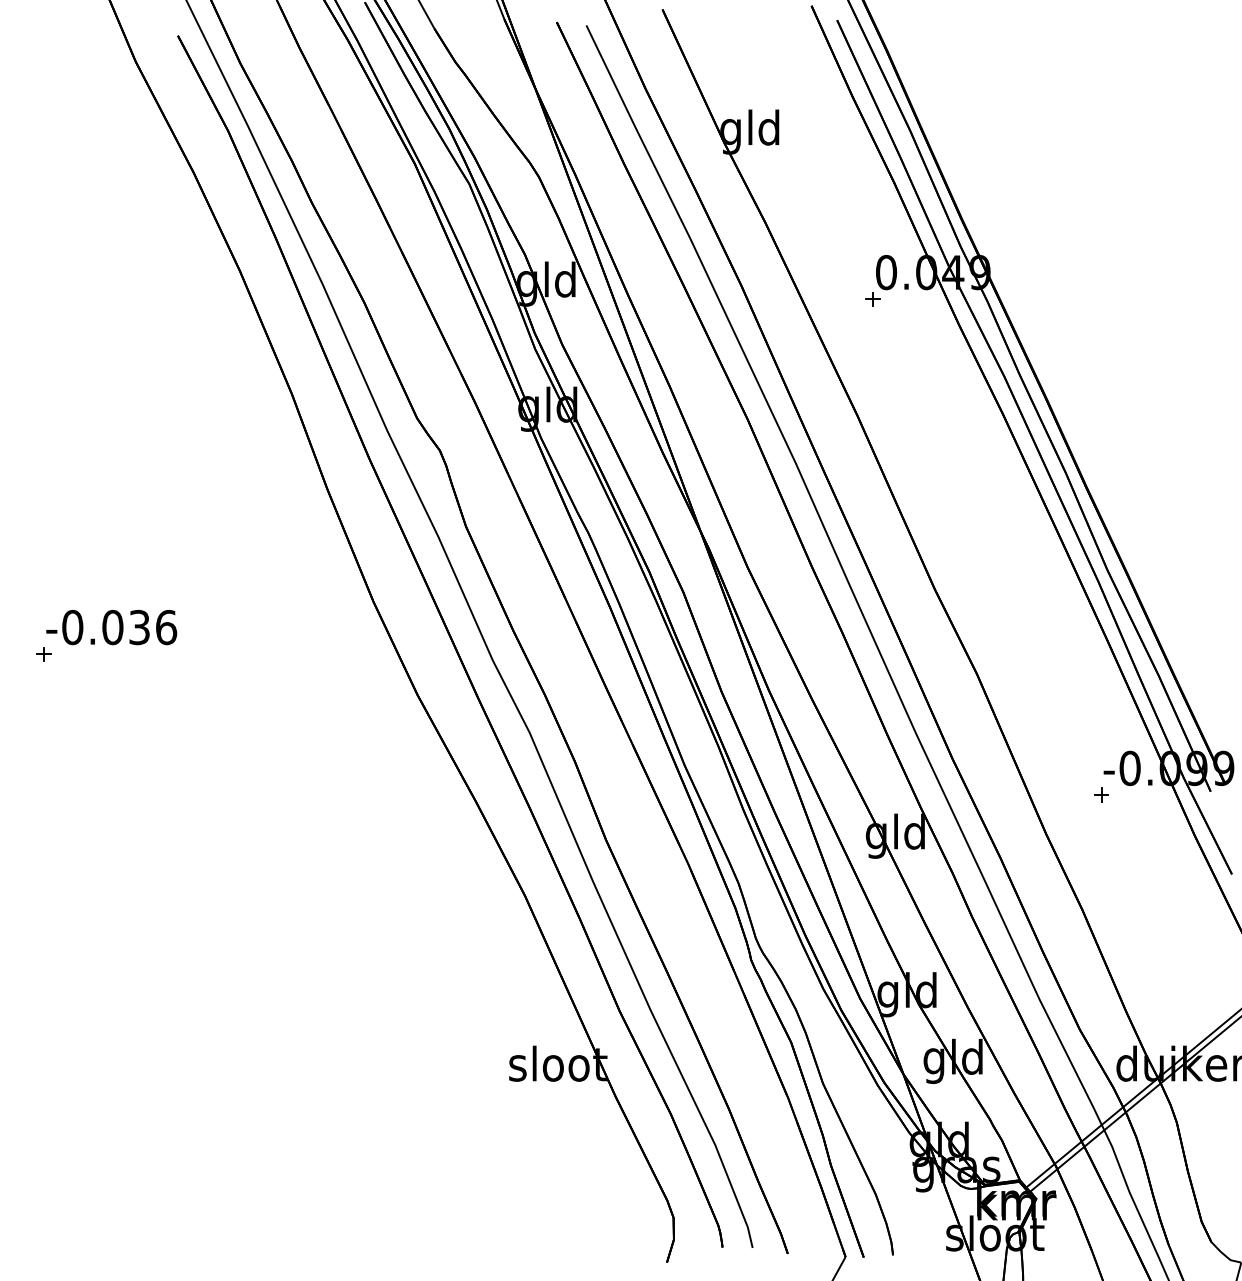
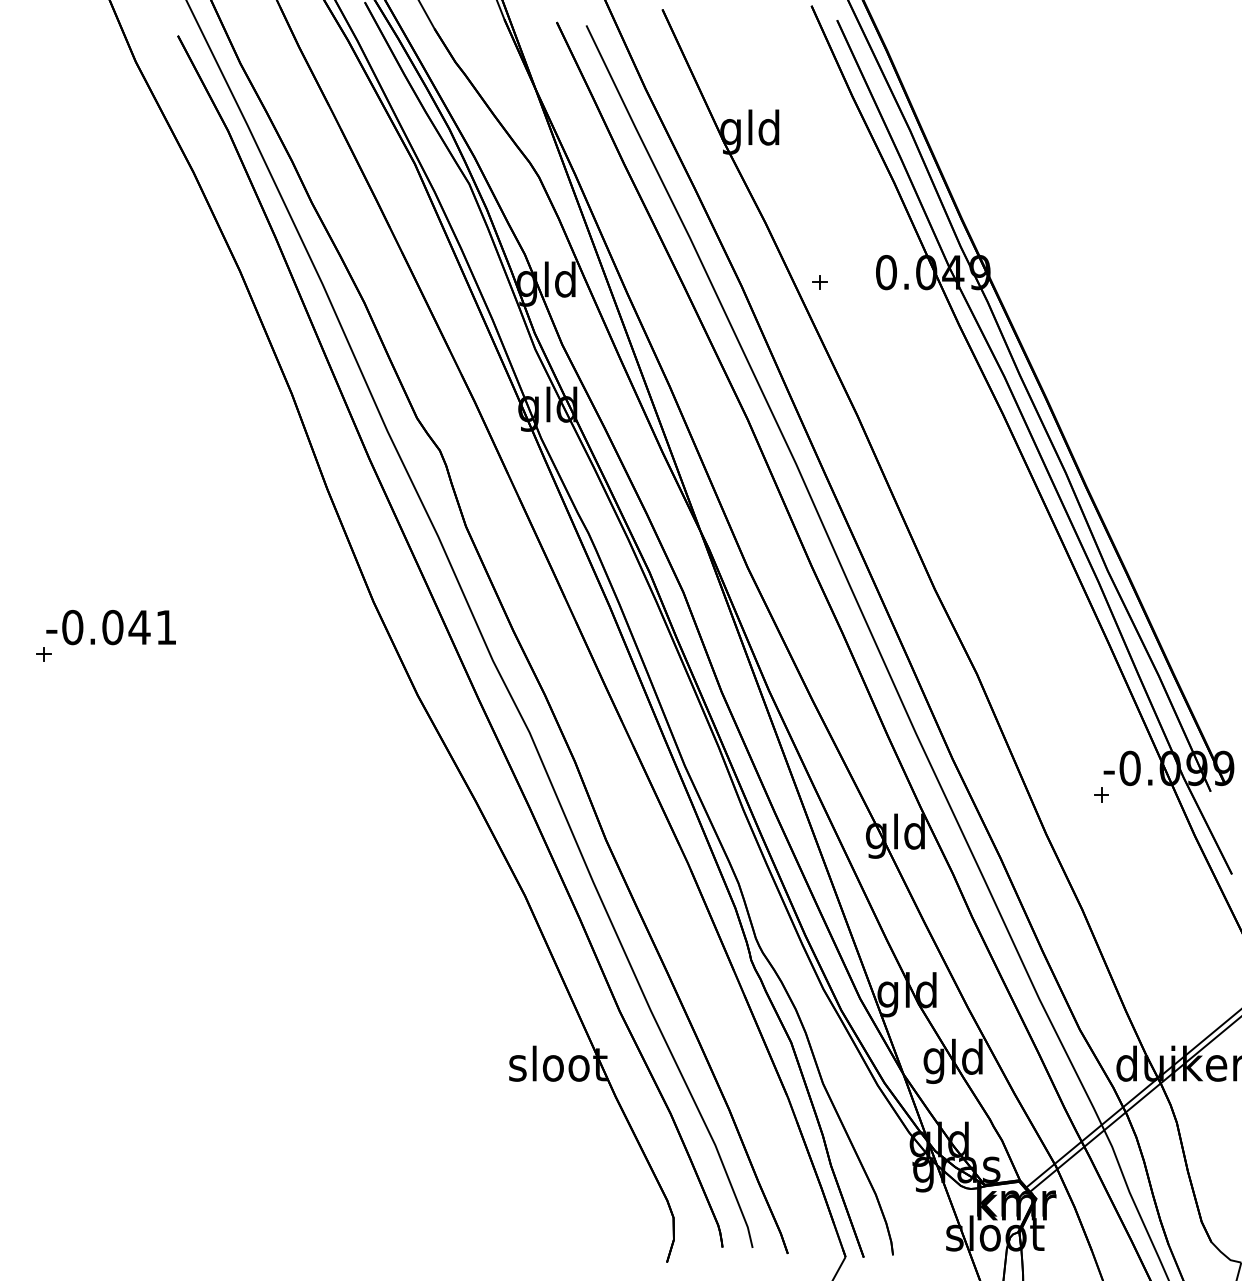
part at (872, 299) position: (872, 299) -> (819, 282)
text at (152, 627): -0.036 -> -0.041
